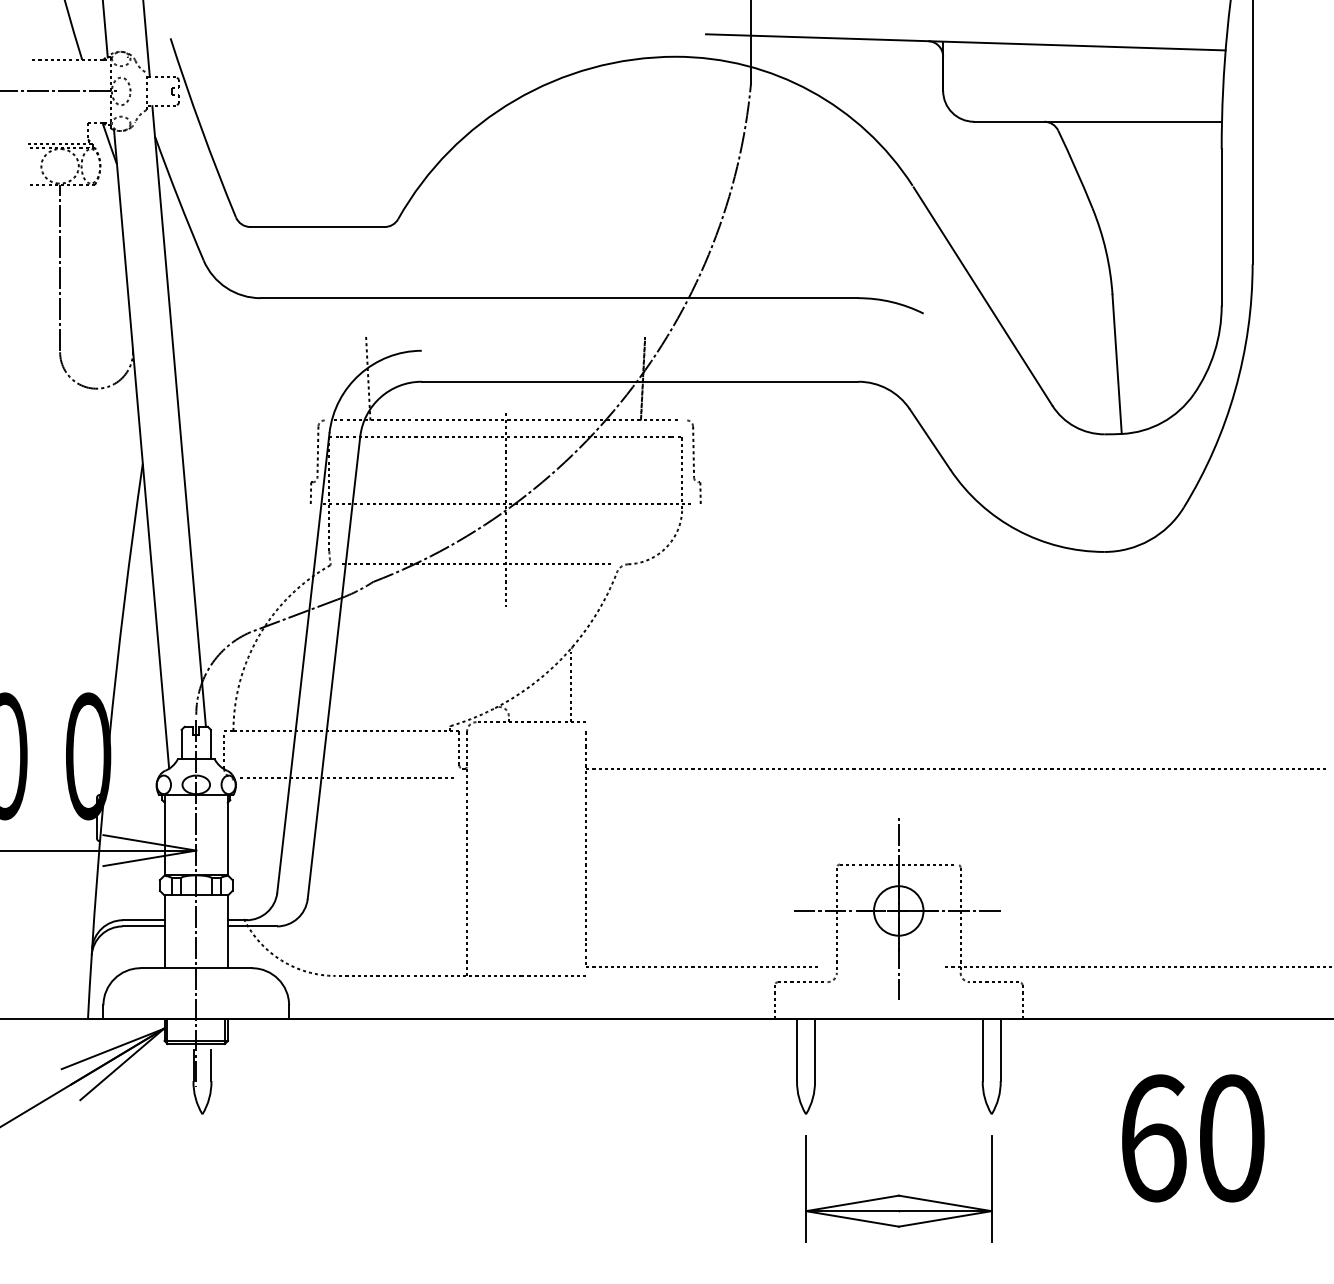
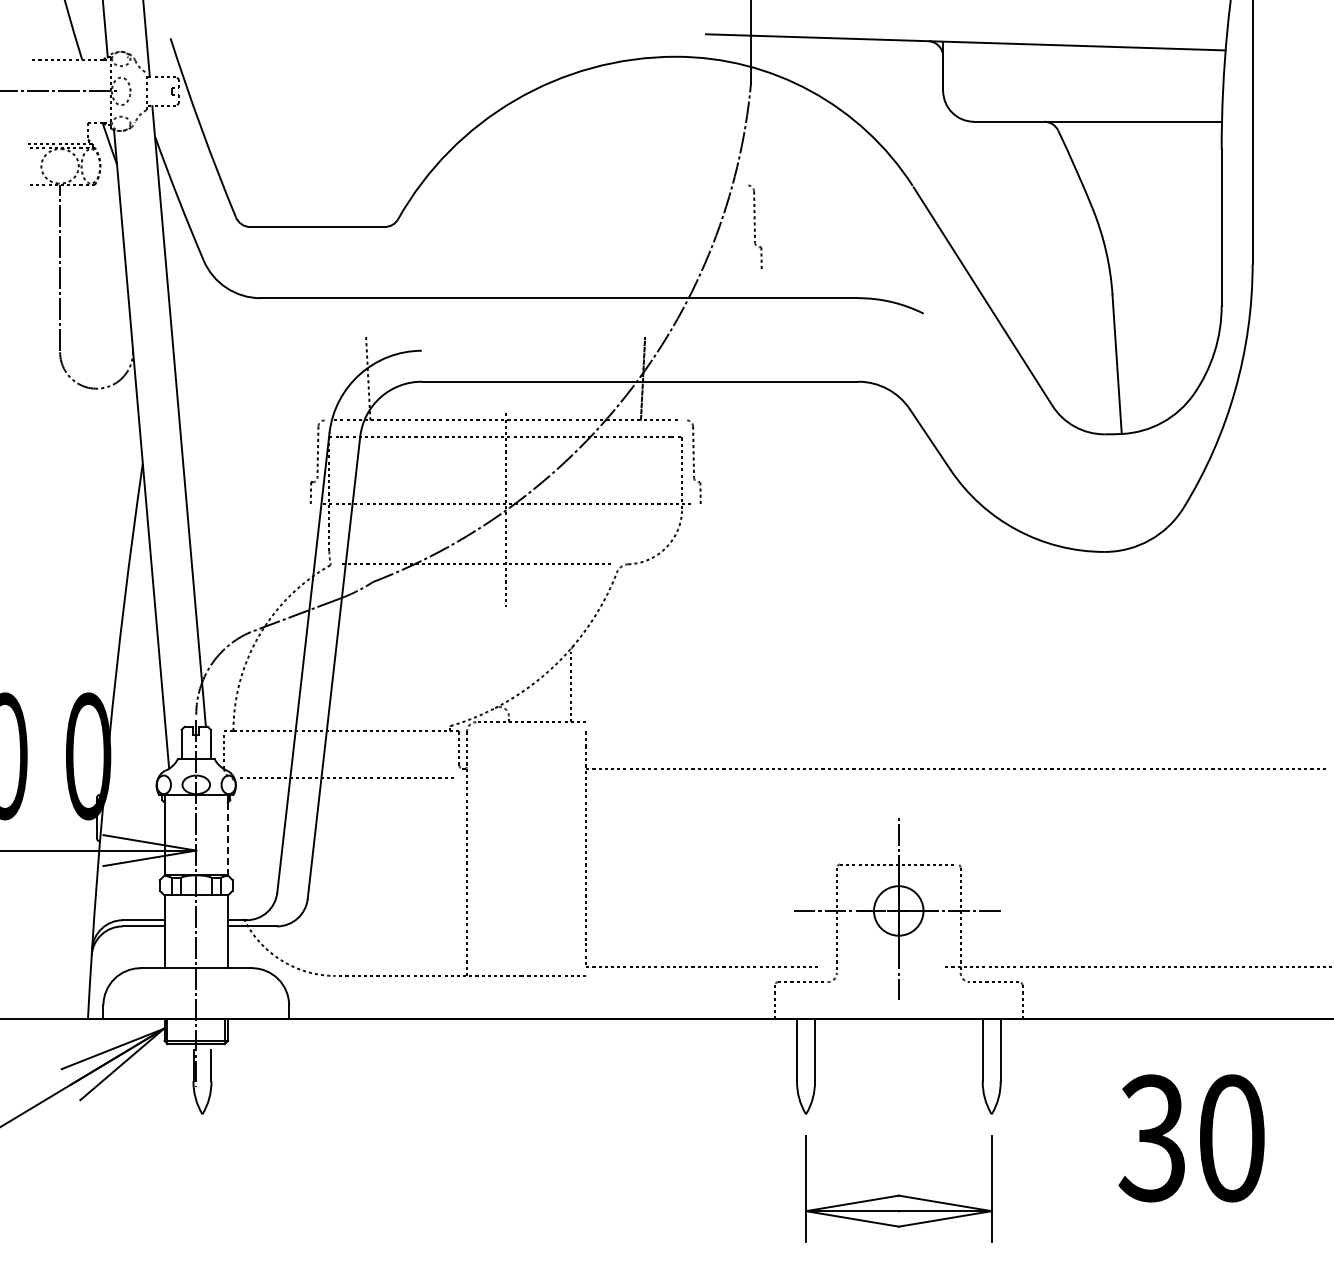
part at (755, 226): none -> present
line at (227, 839): solid -> dashed
text at (1152, 1138): 60 -> 30
